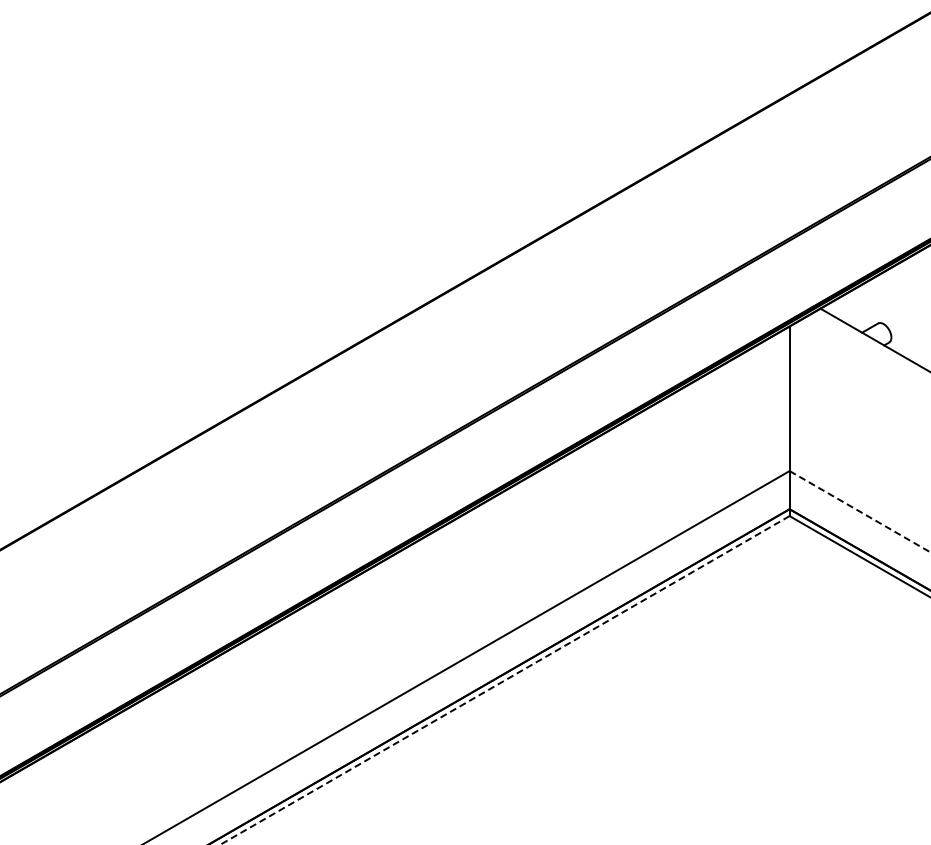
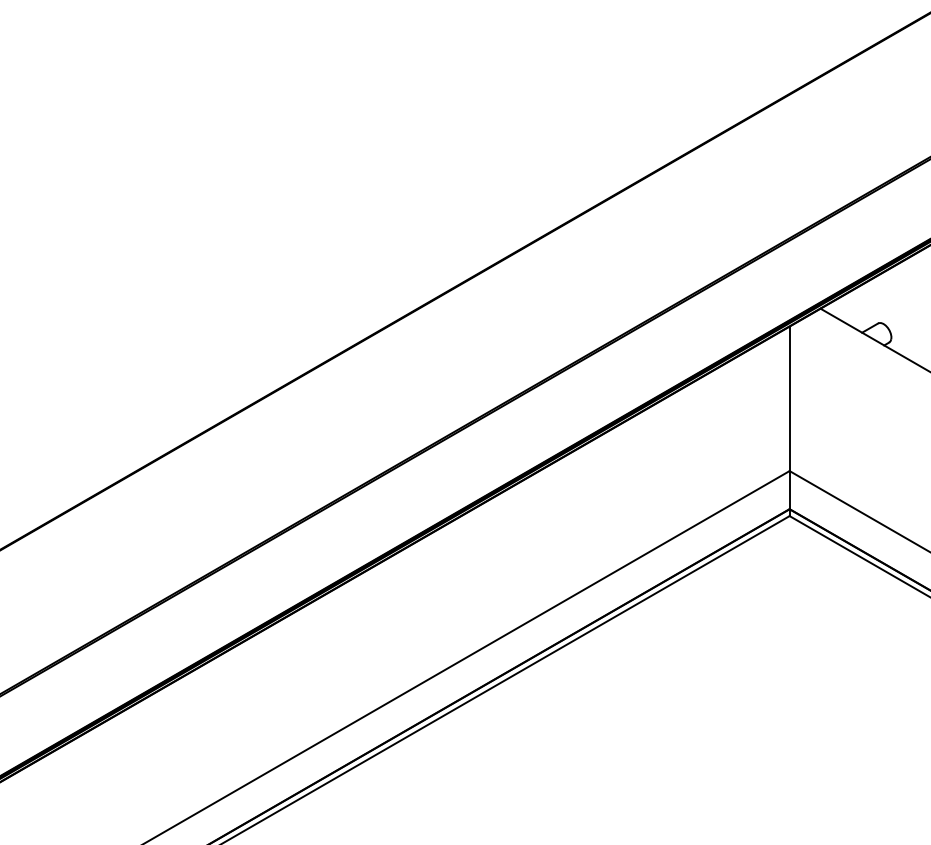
line at (859, 511): dashed -> solid
line at (504, 680): dashed -> solid
